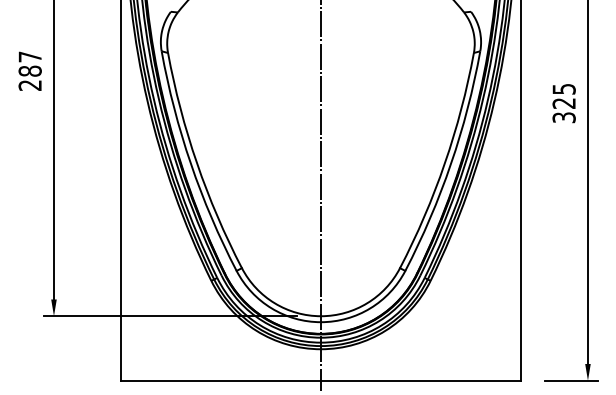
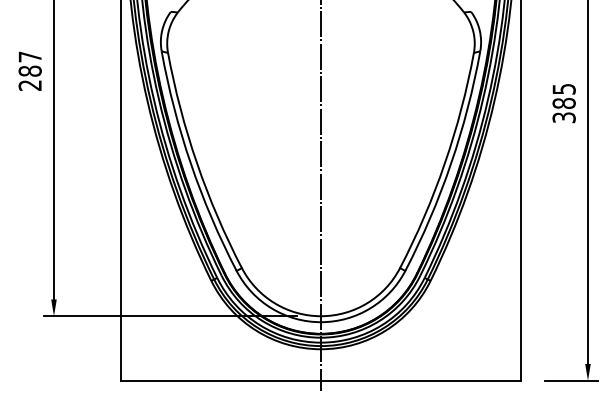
text at (563, 103): 325 -> 385
